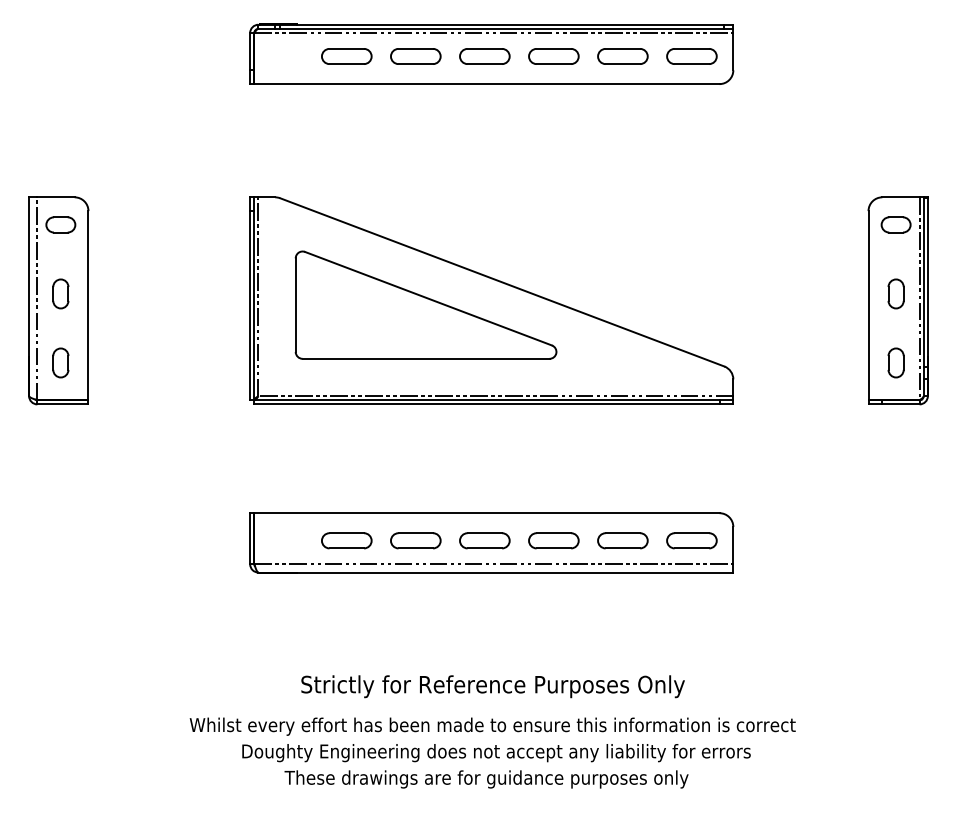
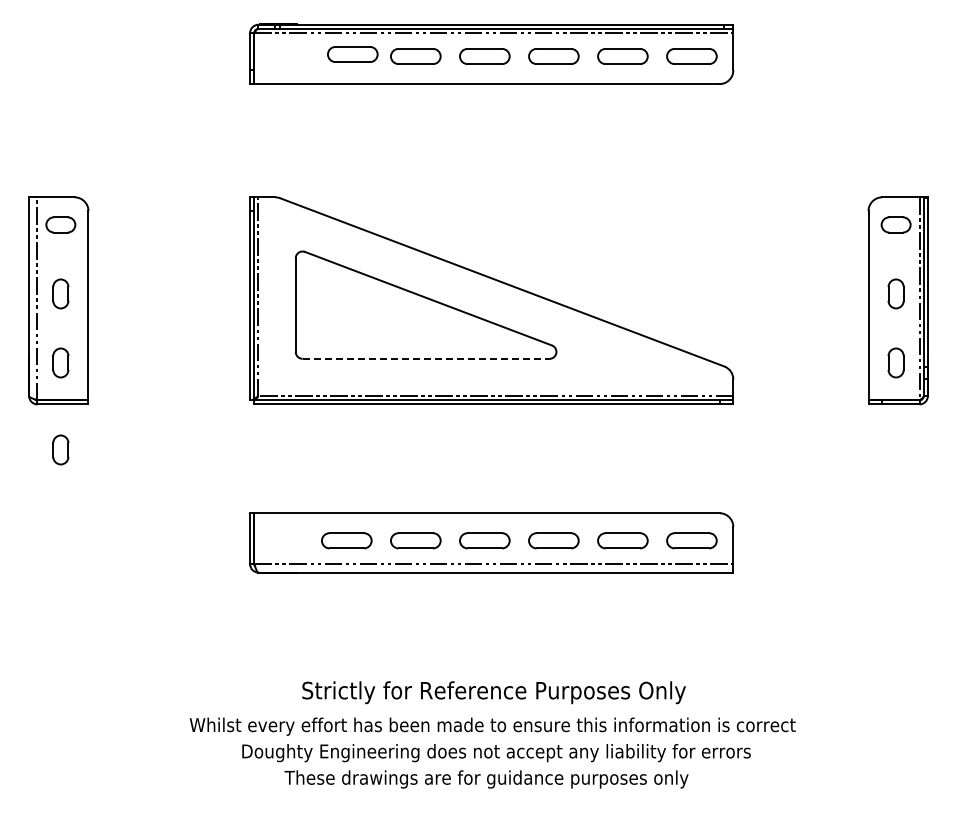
part at (346, 56) position: (346, 56) -> (352, 54)
line at (426, 358): solid -> dashed
part at (60, 449): none -> present
text at (492, 686) position: (492, 686) -> (493, 692)
